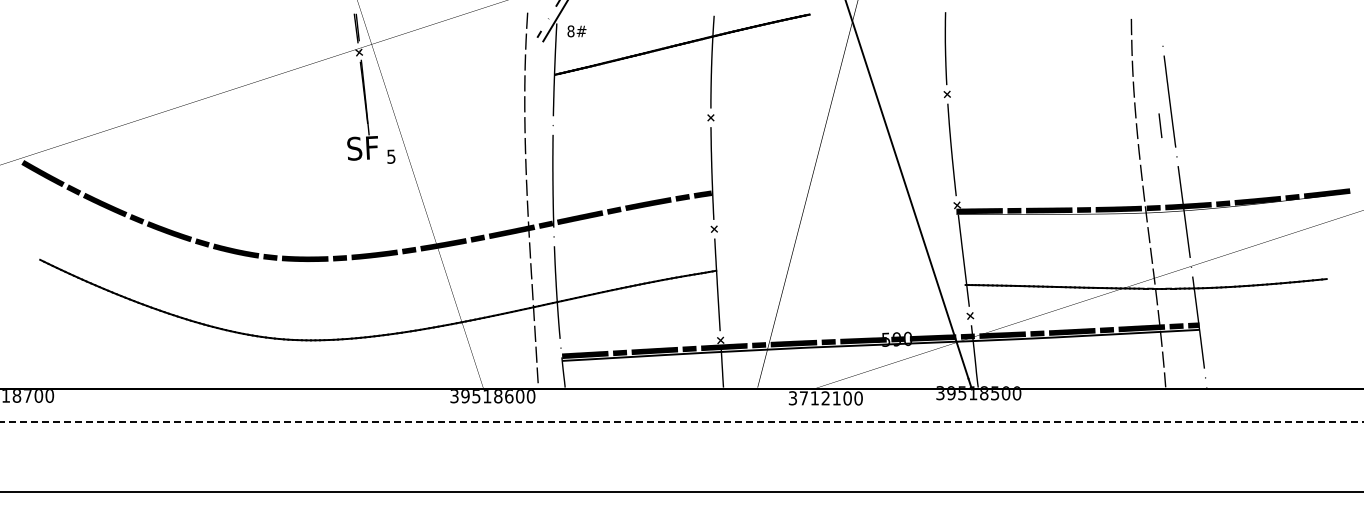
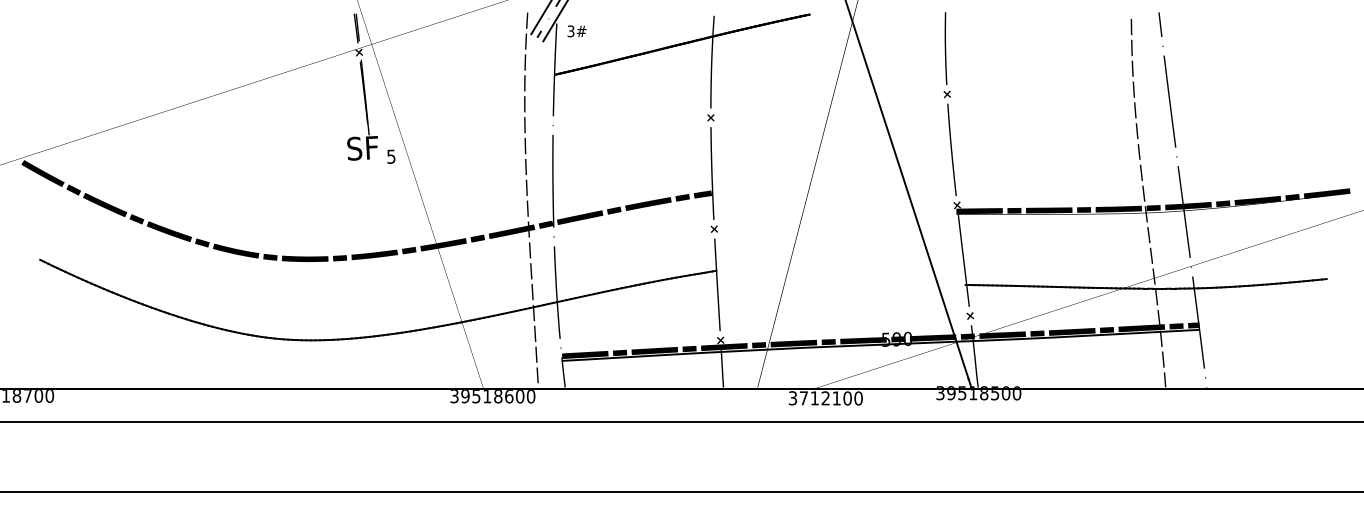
line at (540, 18): none -> present
text at (570, 31): 8# -> 3#
line at (1160, 125) position: (1160, 125) -> (1160, 24)
line at (681, 422): dashed -> solid
